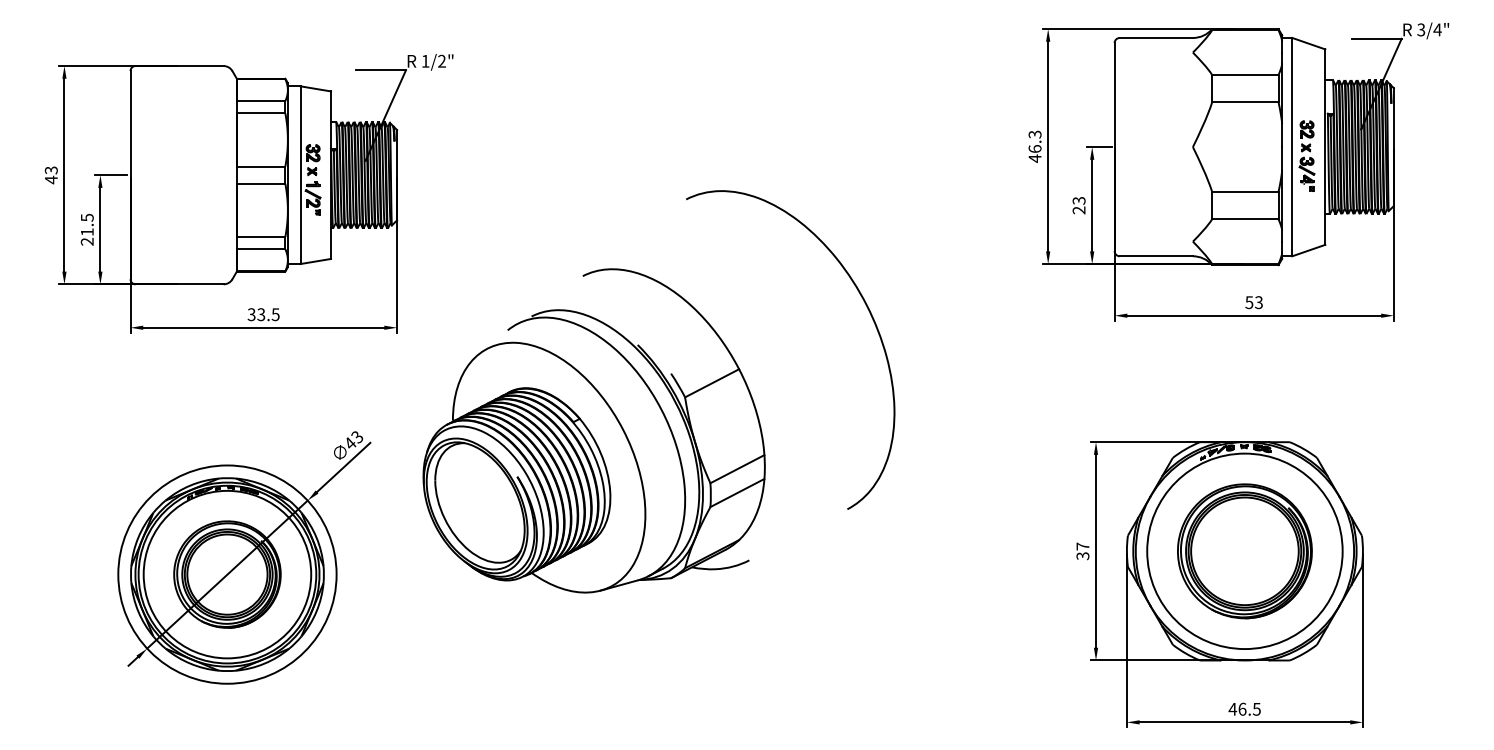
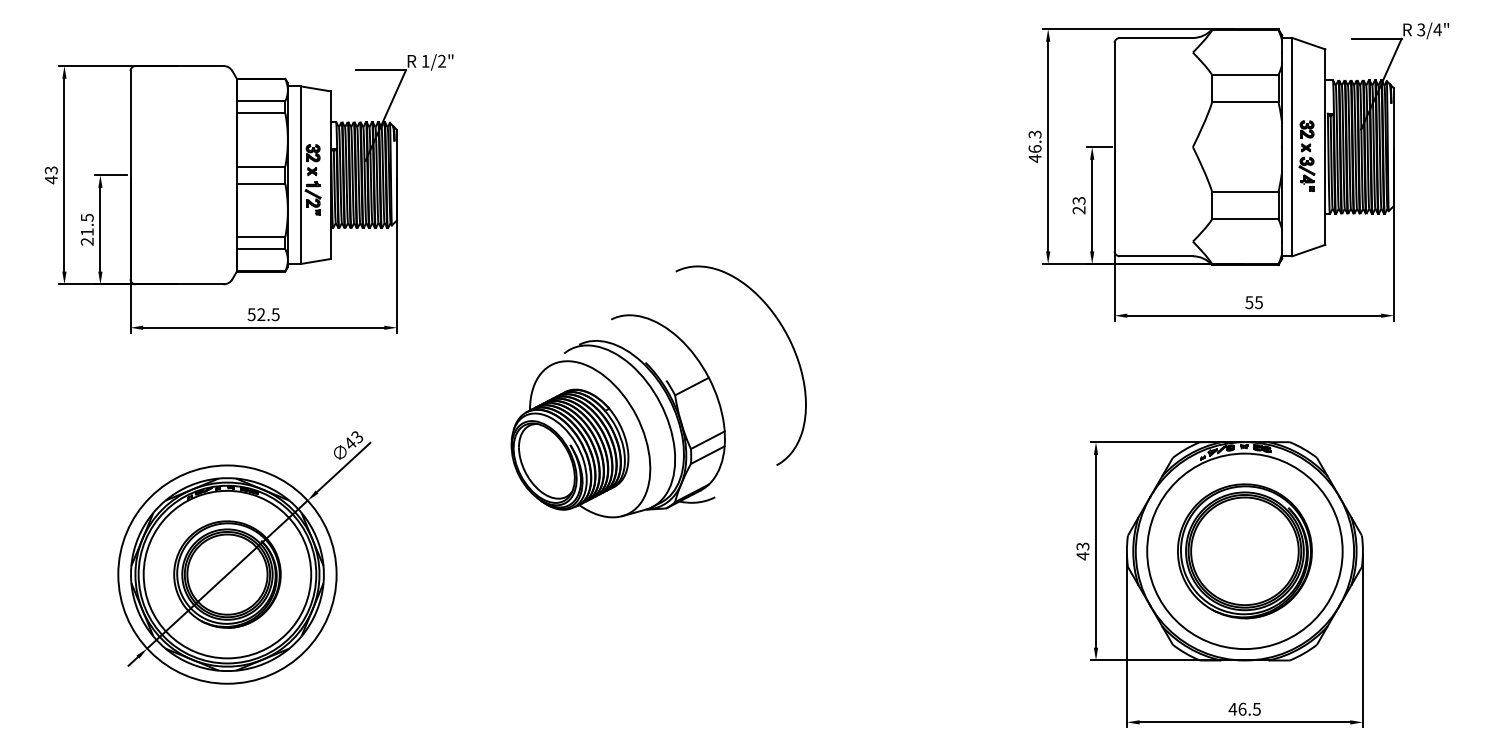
text at (1258, 302): 53 -> 55
text at (256, 314): 33.5 -> 52.5
part at (658, 391) size: 474x404 px -> 297x254 px
text at (1082, 551): 37 -> 43
